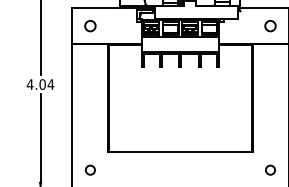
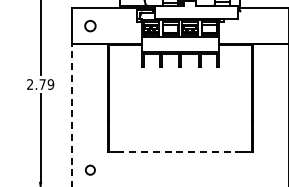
circle at (270, 26): present -> none
text at (40, 84): 4.04 -> 2.79
line at (72, 114): solid -> dashed
line at (180, 152): solid -> dashed
circle at (270, 169): present -> none
